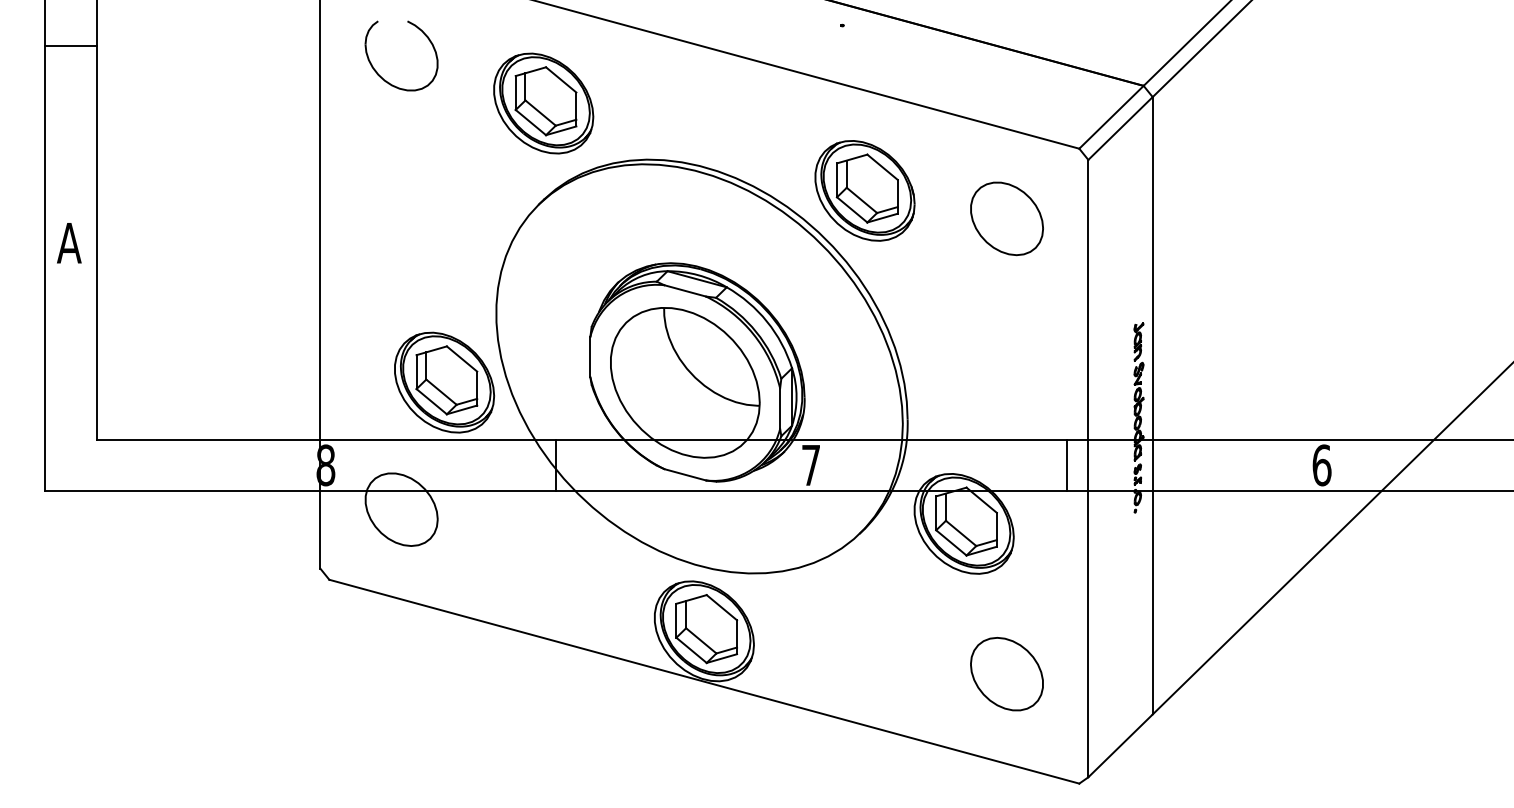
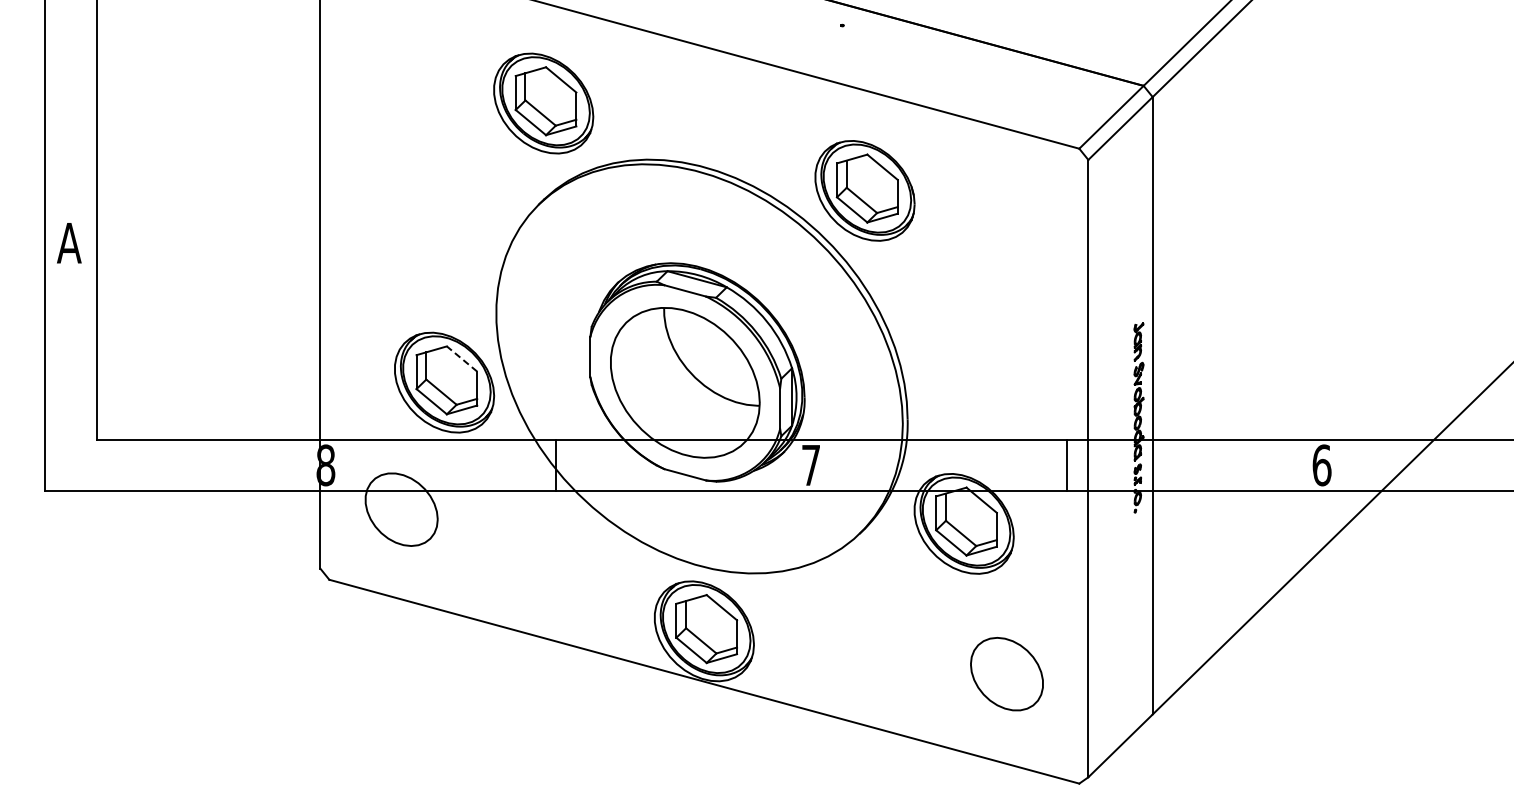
line at (70, 46): present -> none
part at (377, 71): present -> none
part at (1006, 218): present -> none
line at (462, 359): solid -> dashed
